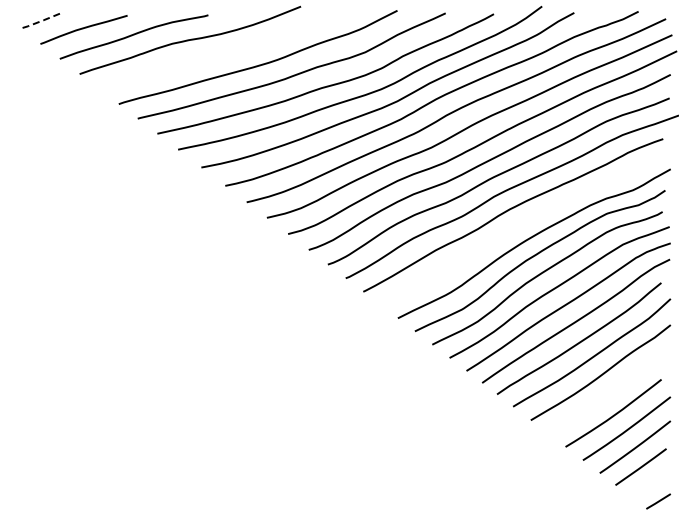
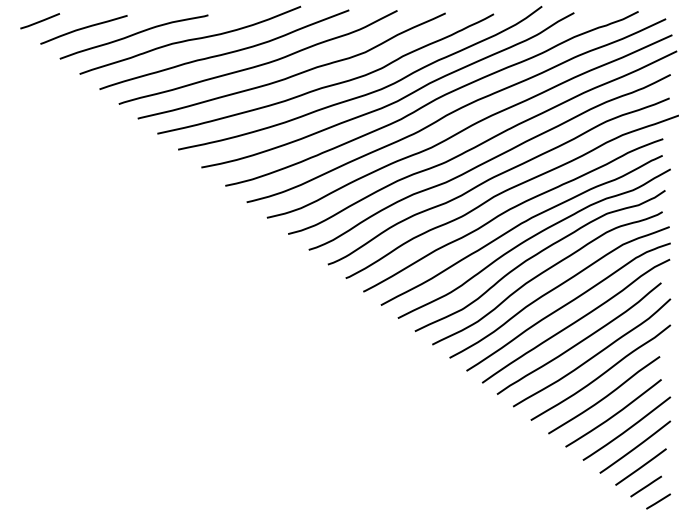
line at (40, 21): dashed -> solid
curve at (226, 52): none -> present
curve at (518, 226): none -> present
curve at (604, 396): none -> present
line at (645, 486): none -> present
